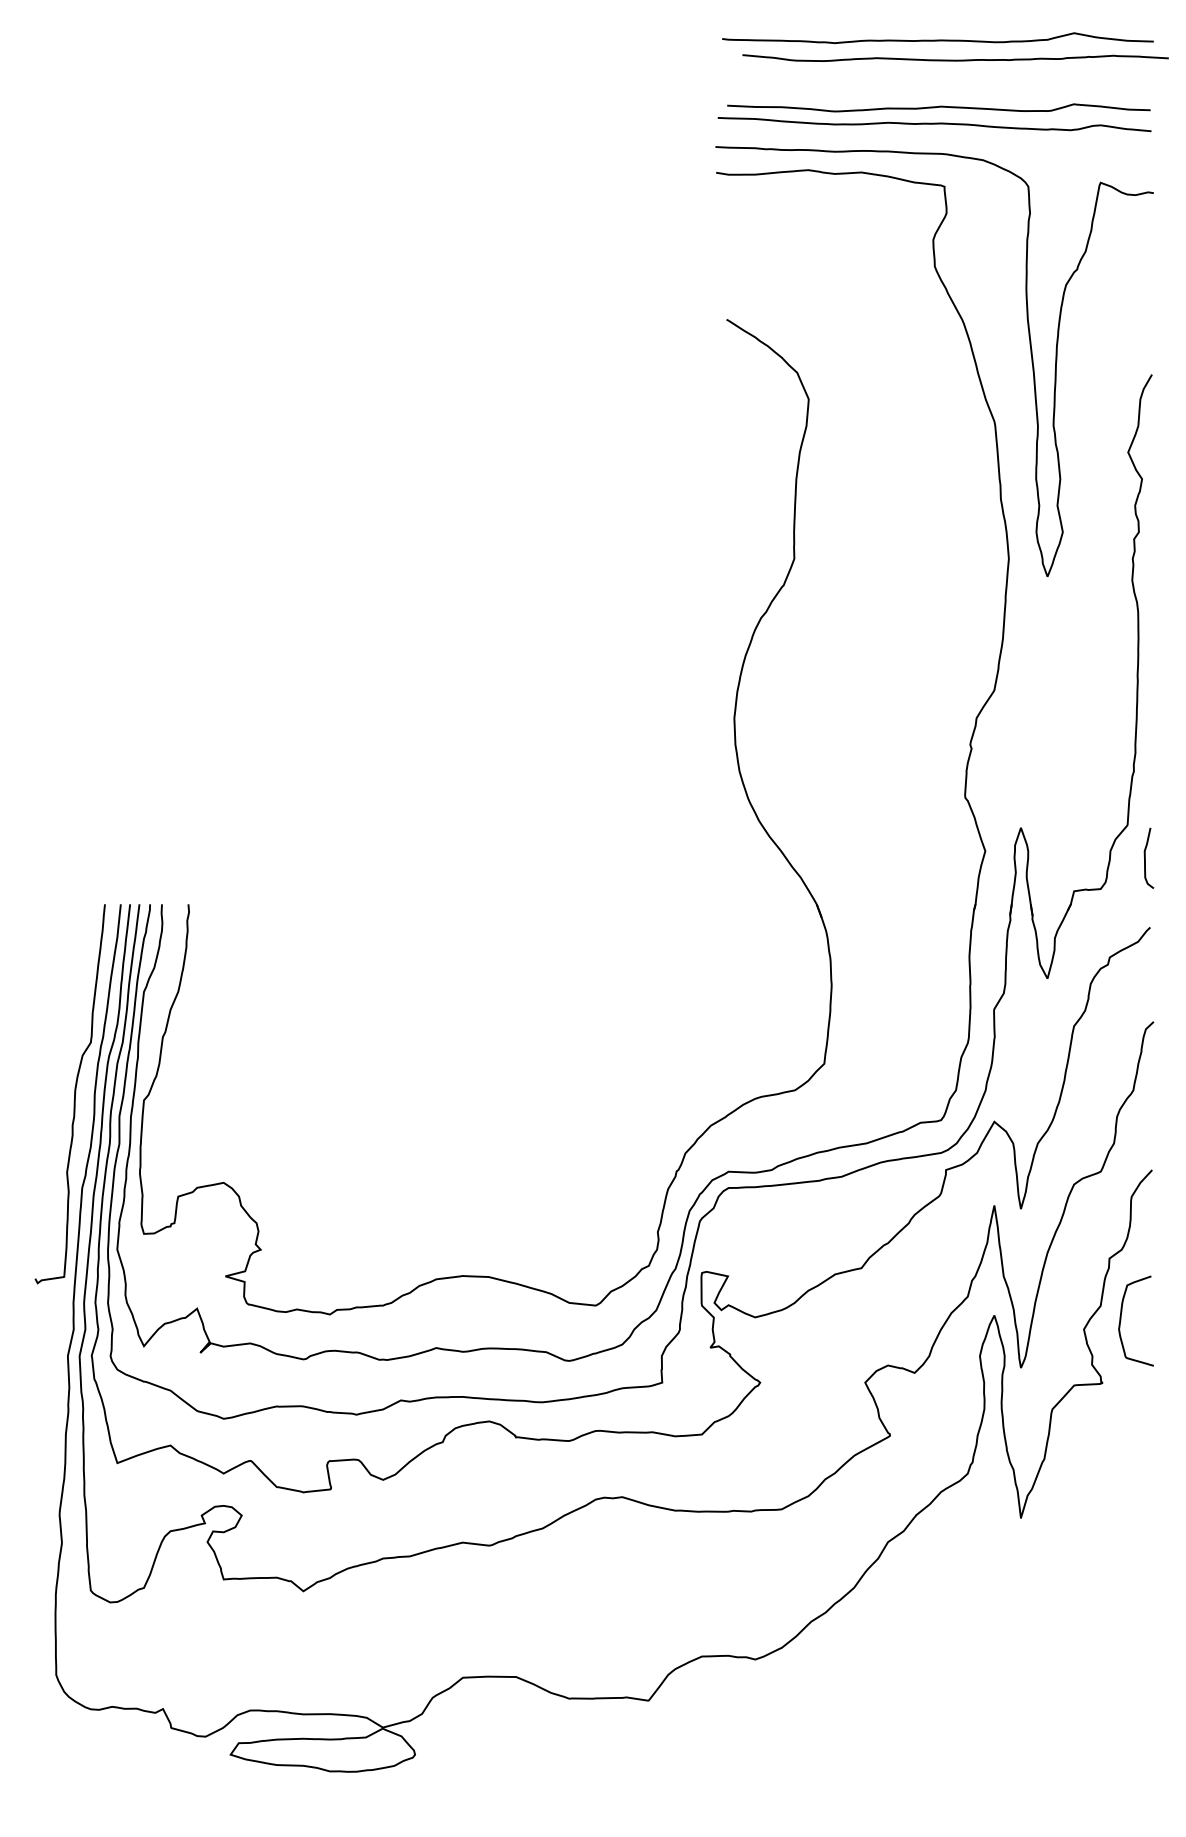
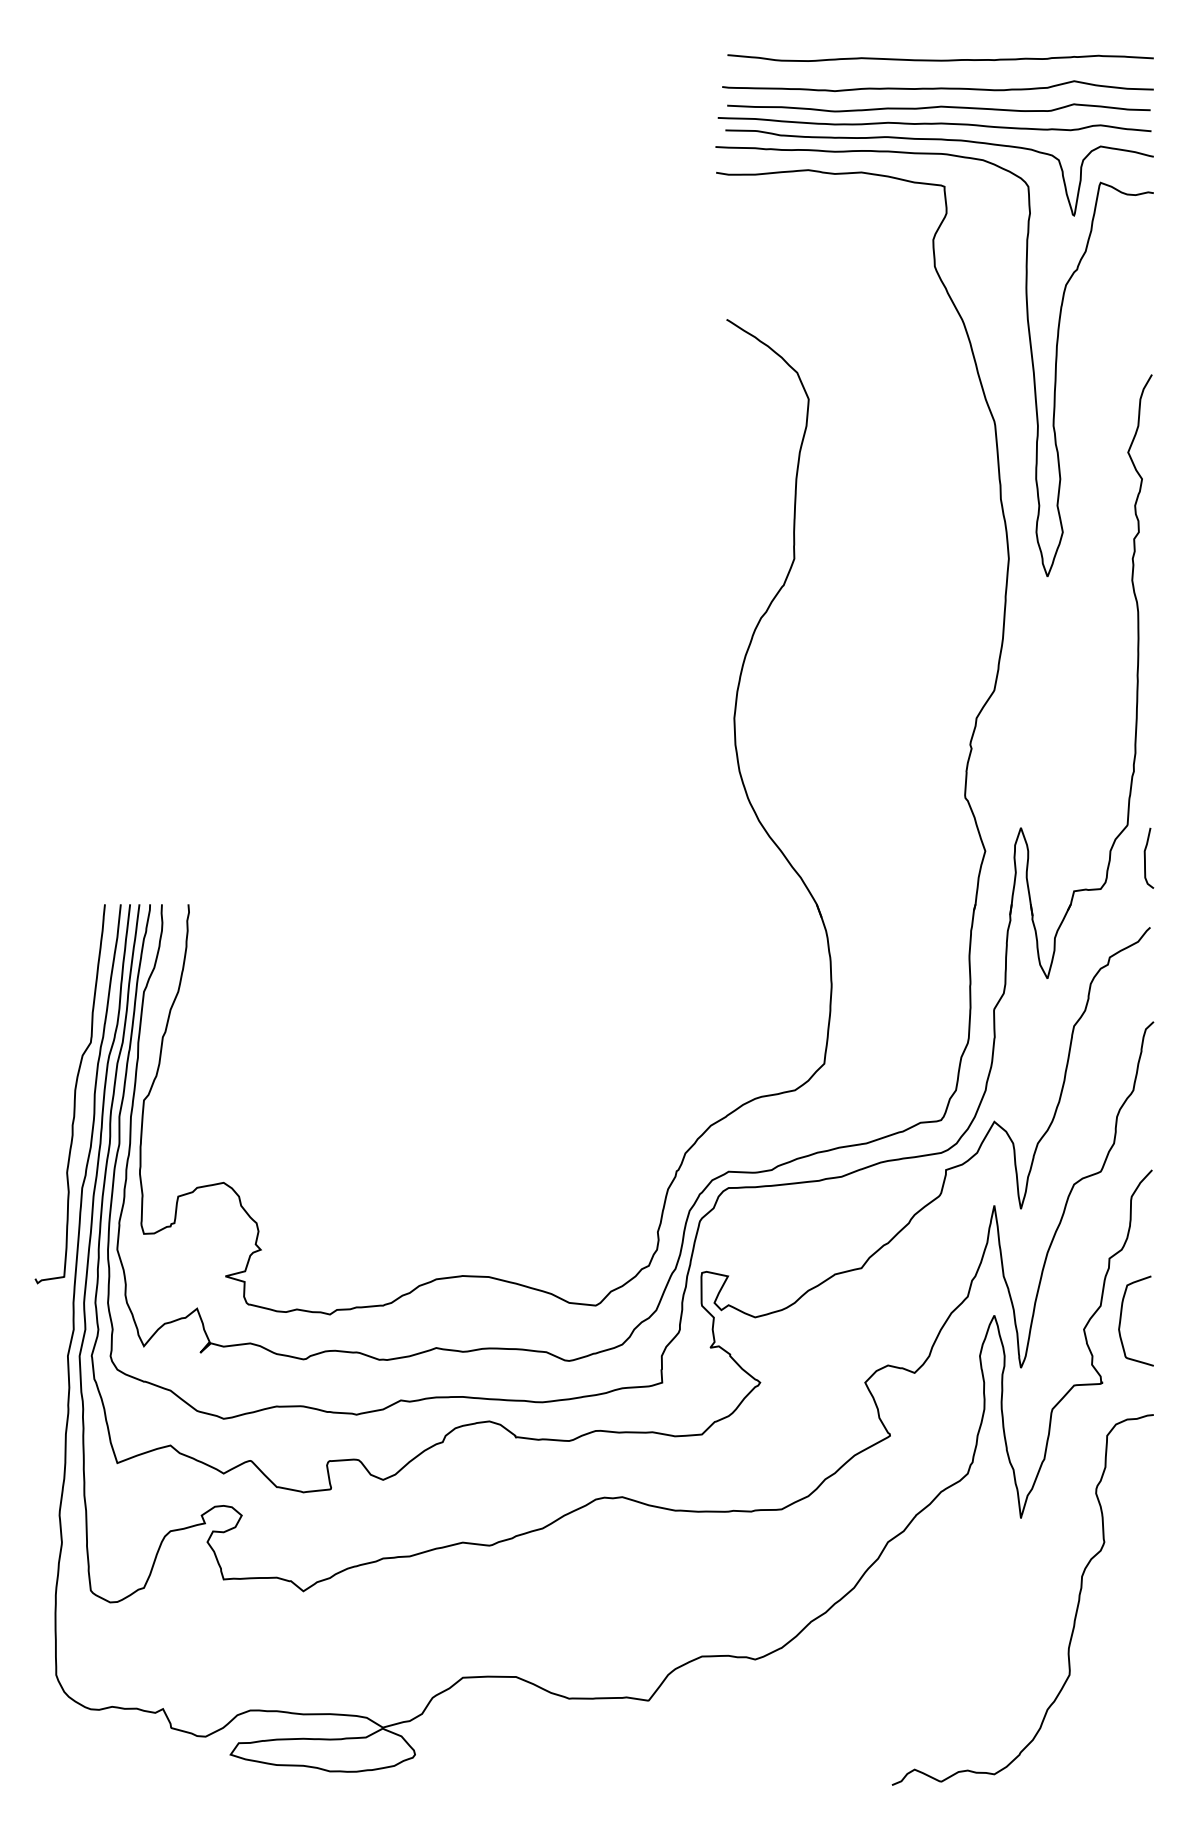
curve at (937, 39) position: (937, 39) -> (937, 87)
curve at (955, 59) position: (955, 59) -> (940, 59)
curve at (939, 140): none -> present
curve at (1075, 1611): none -> present
